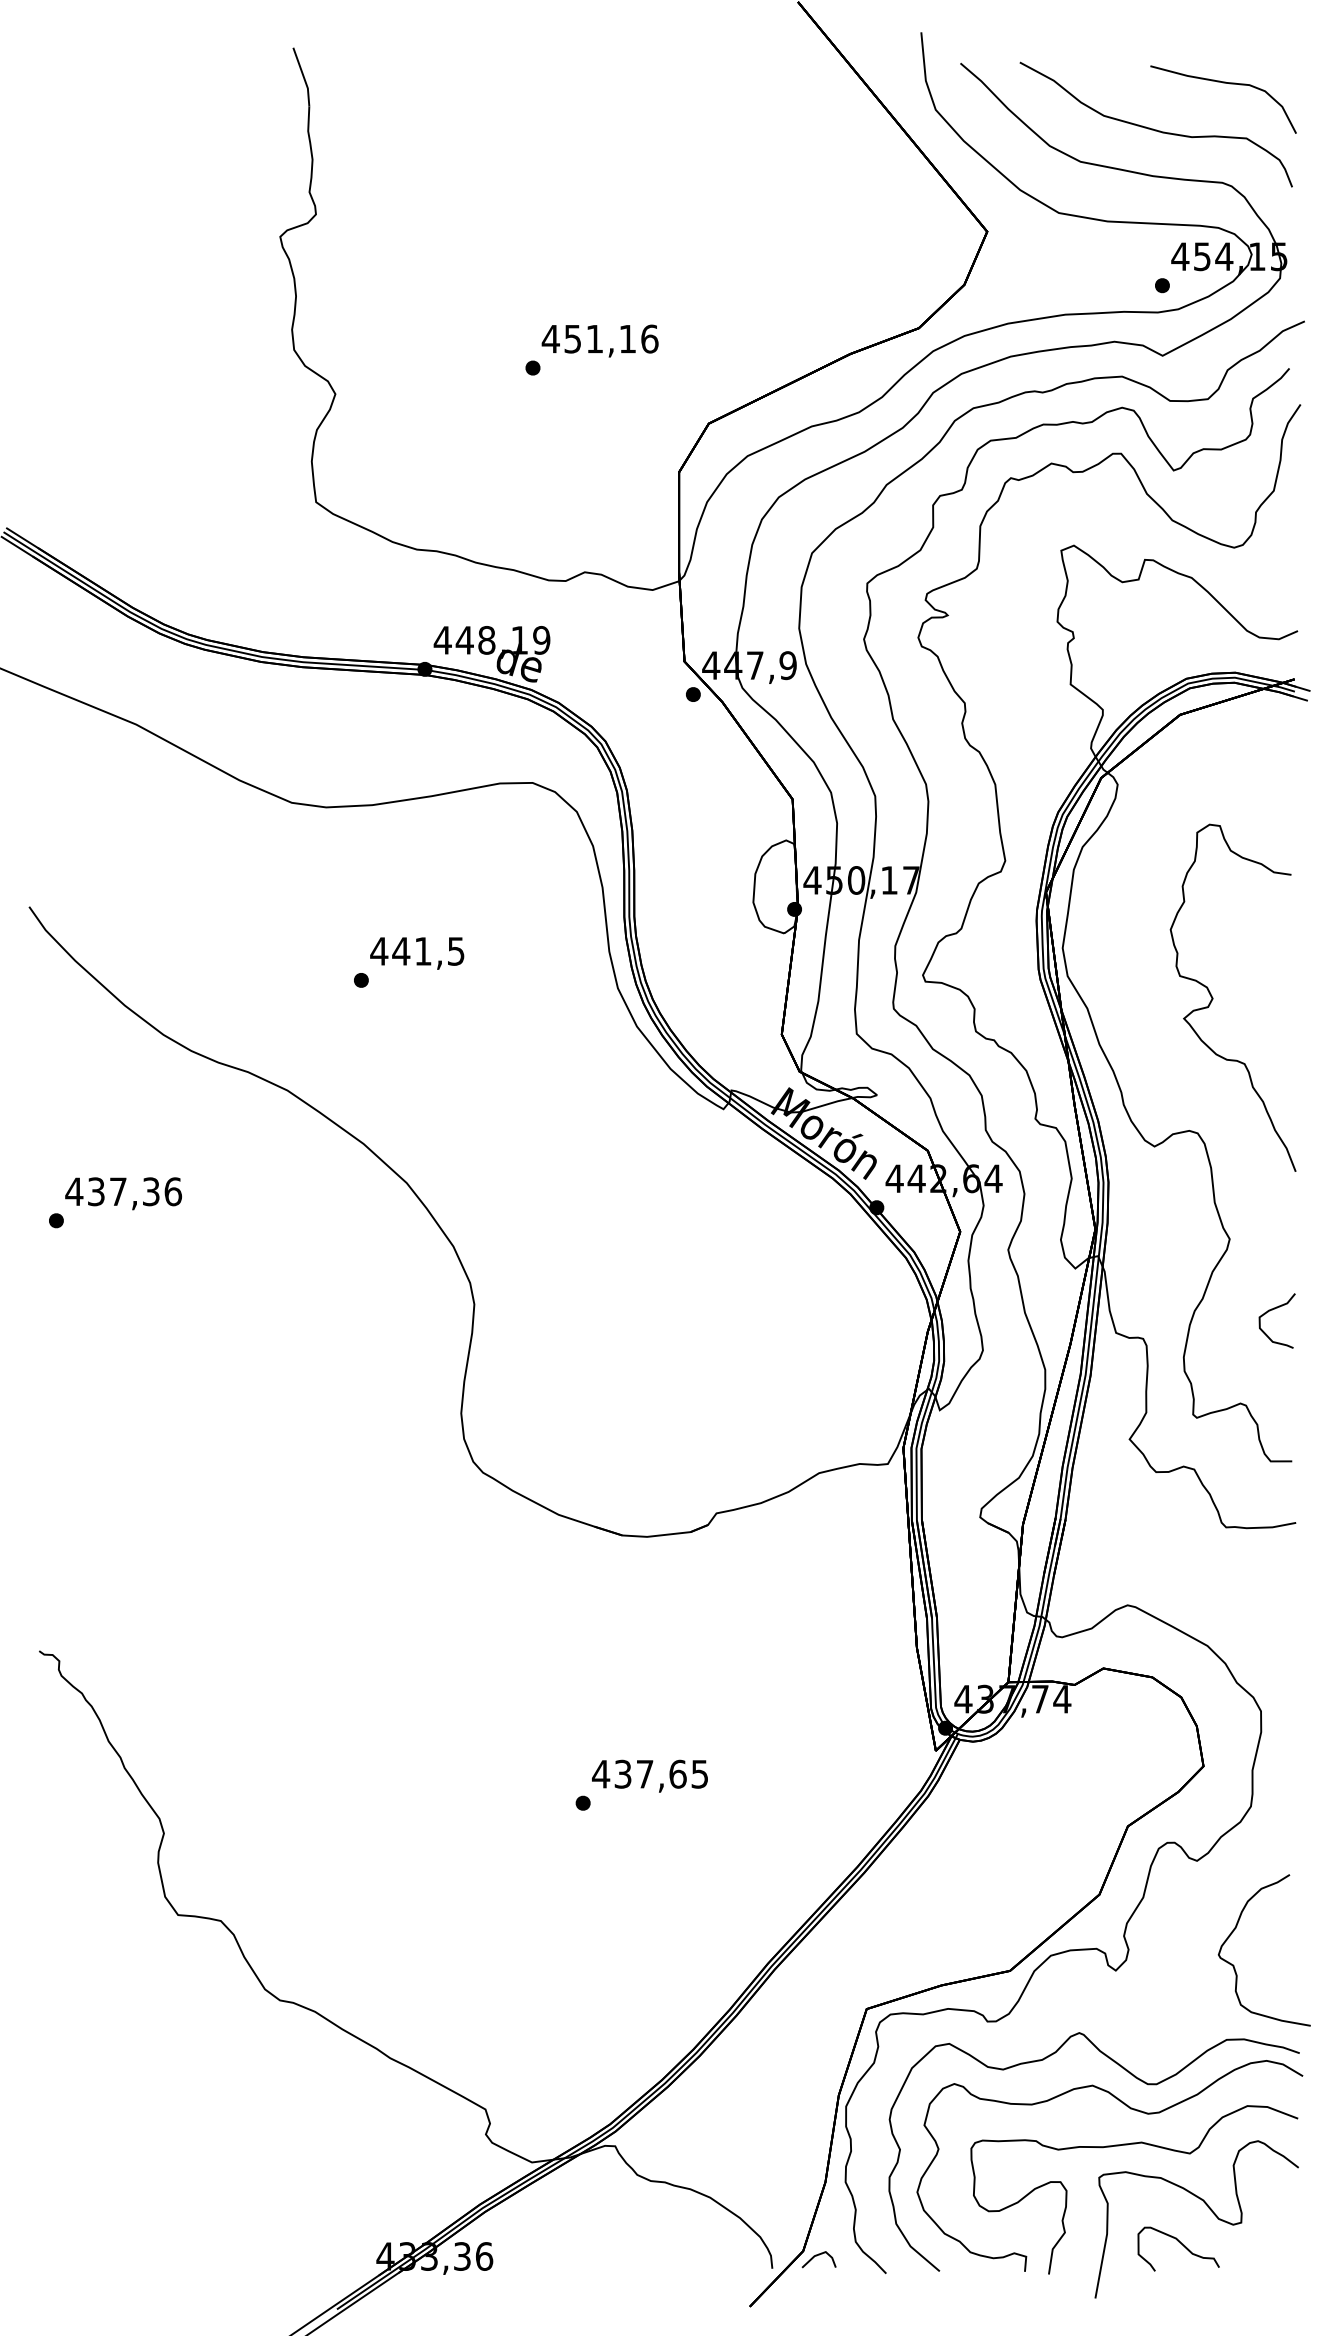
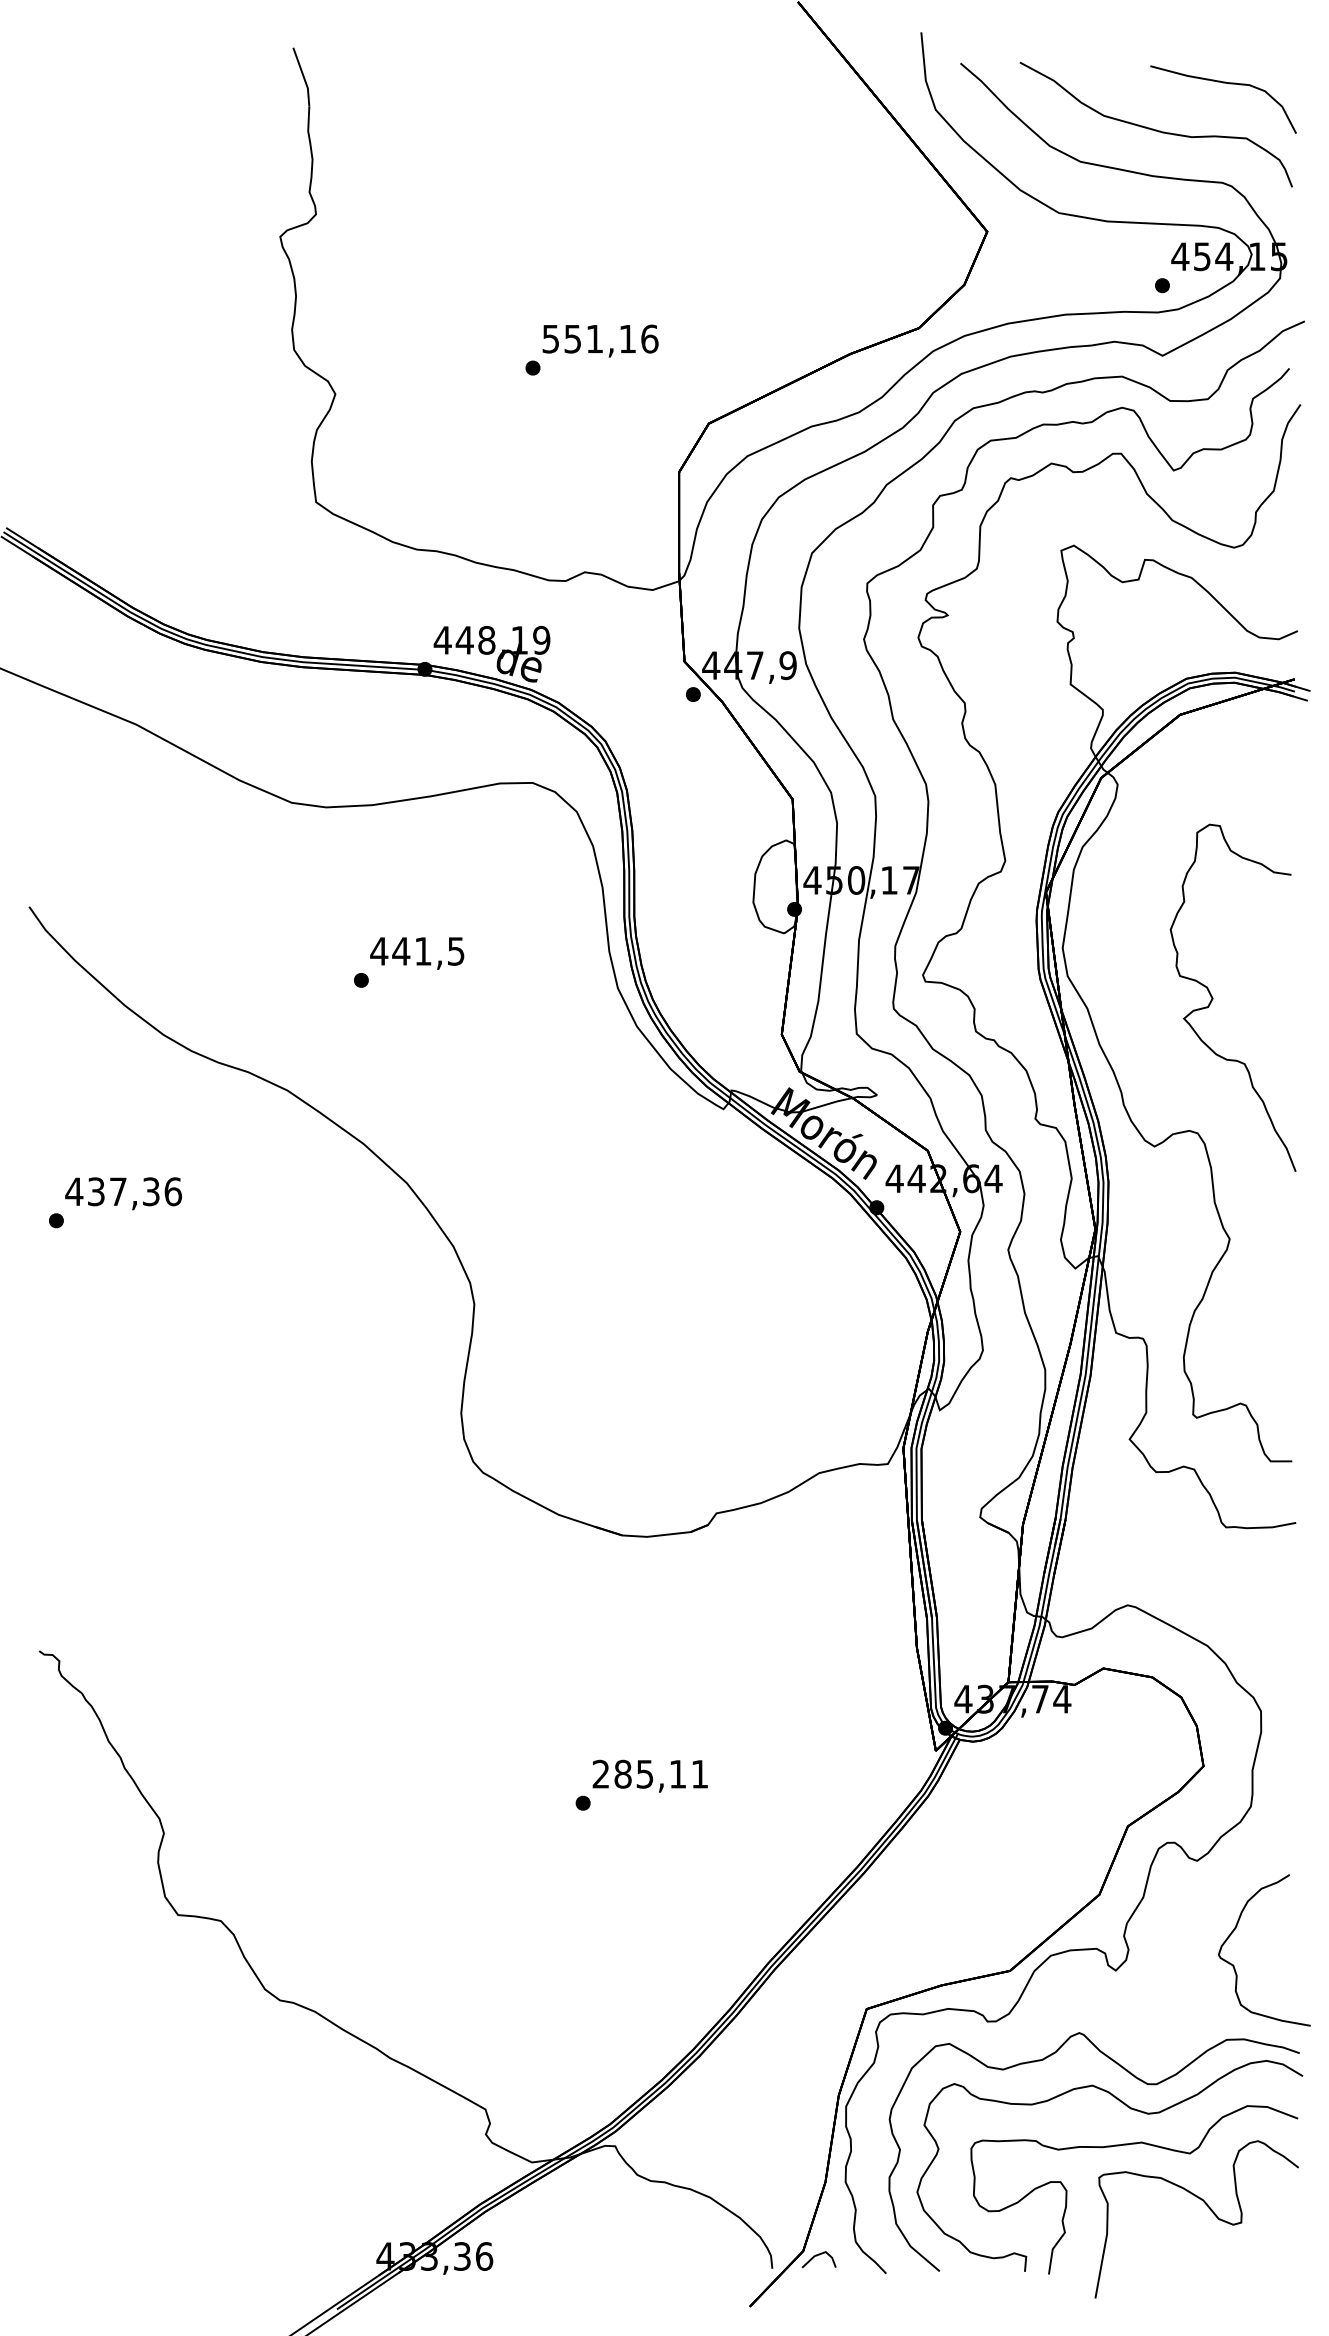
text at (550, 339): 451,16 -> 551,16
curve at (1272, 1310): present -> none
text at (649, 1773): 437,65 -> 285,11
curve at (1181, 2244): present -> none
